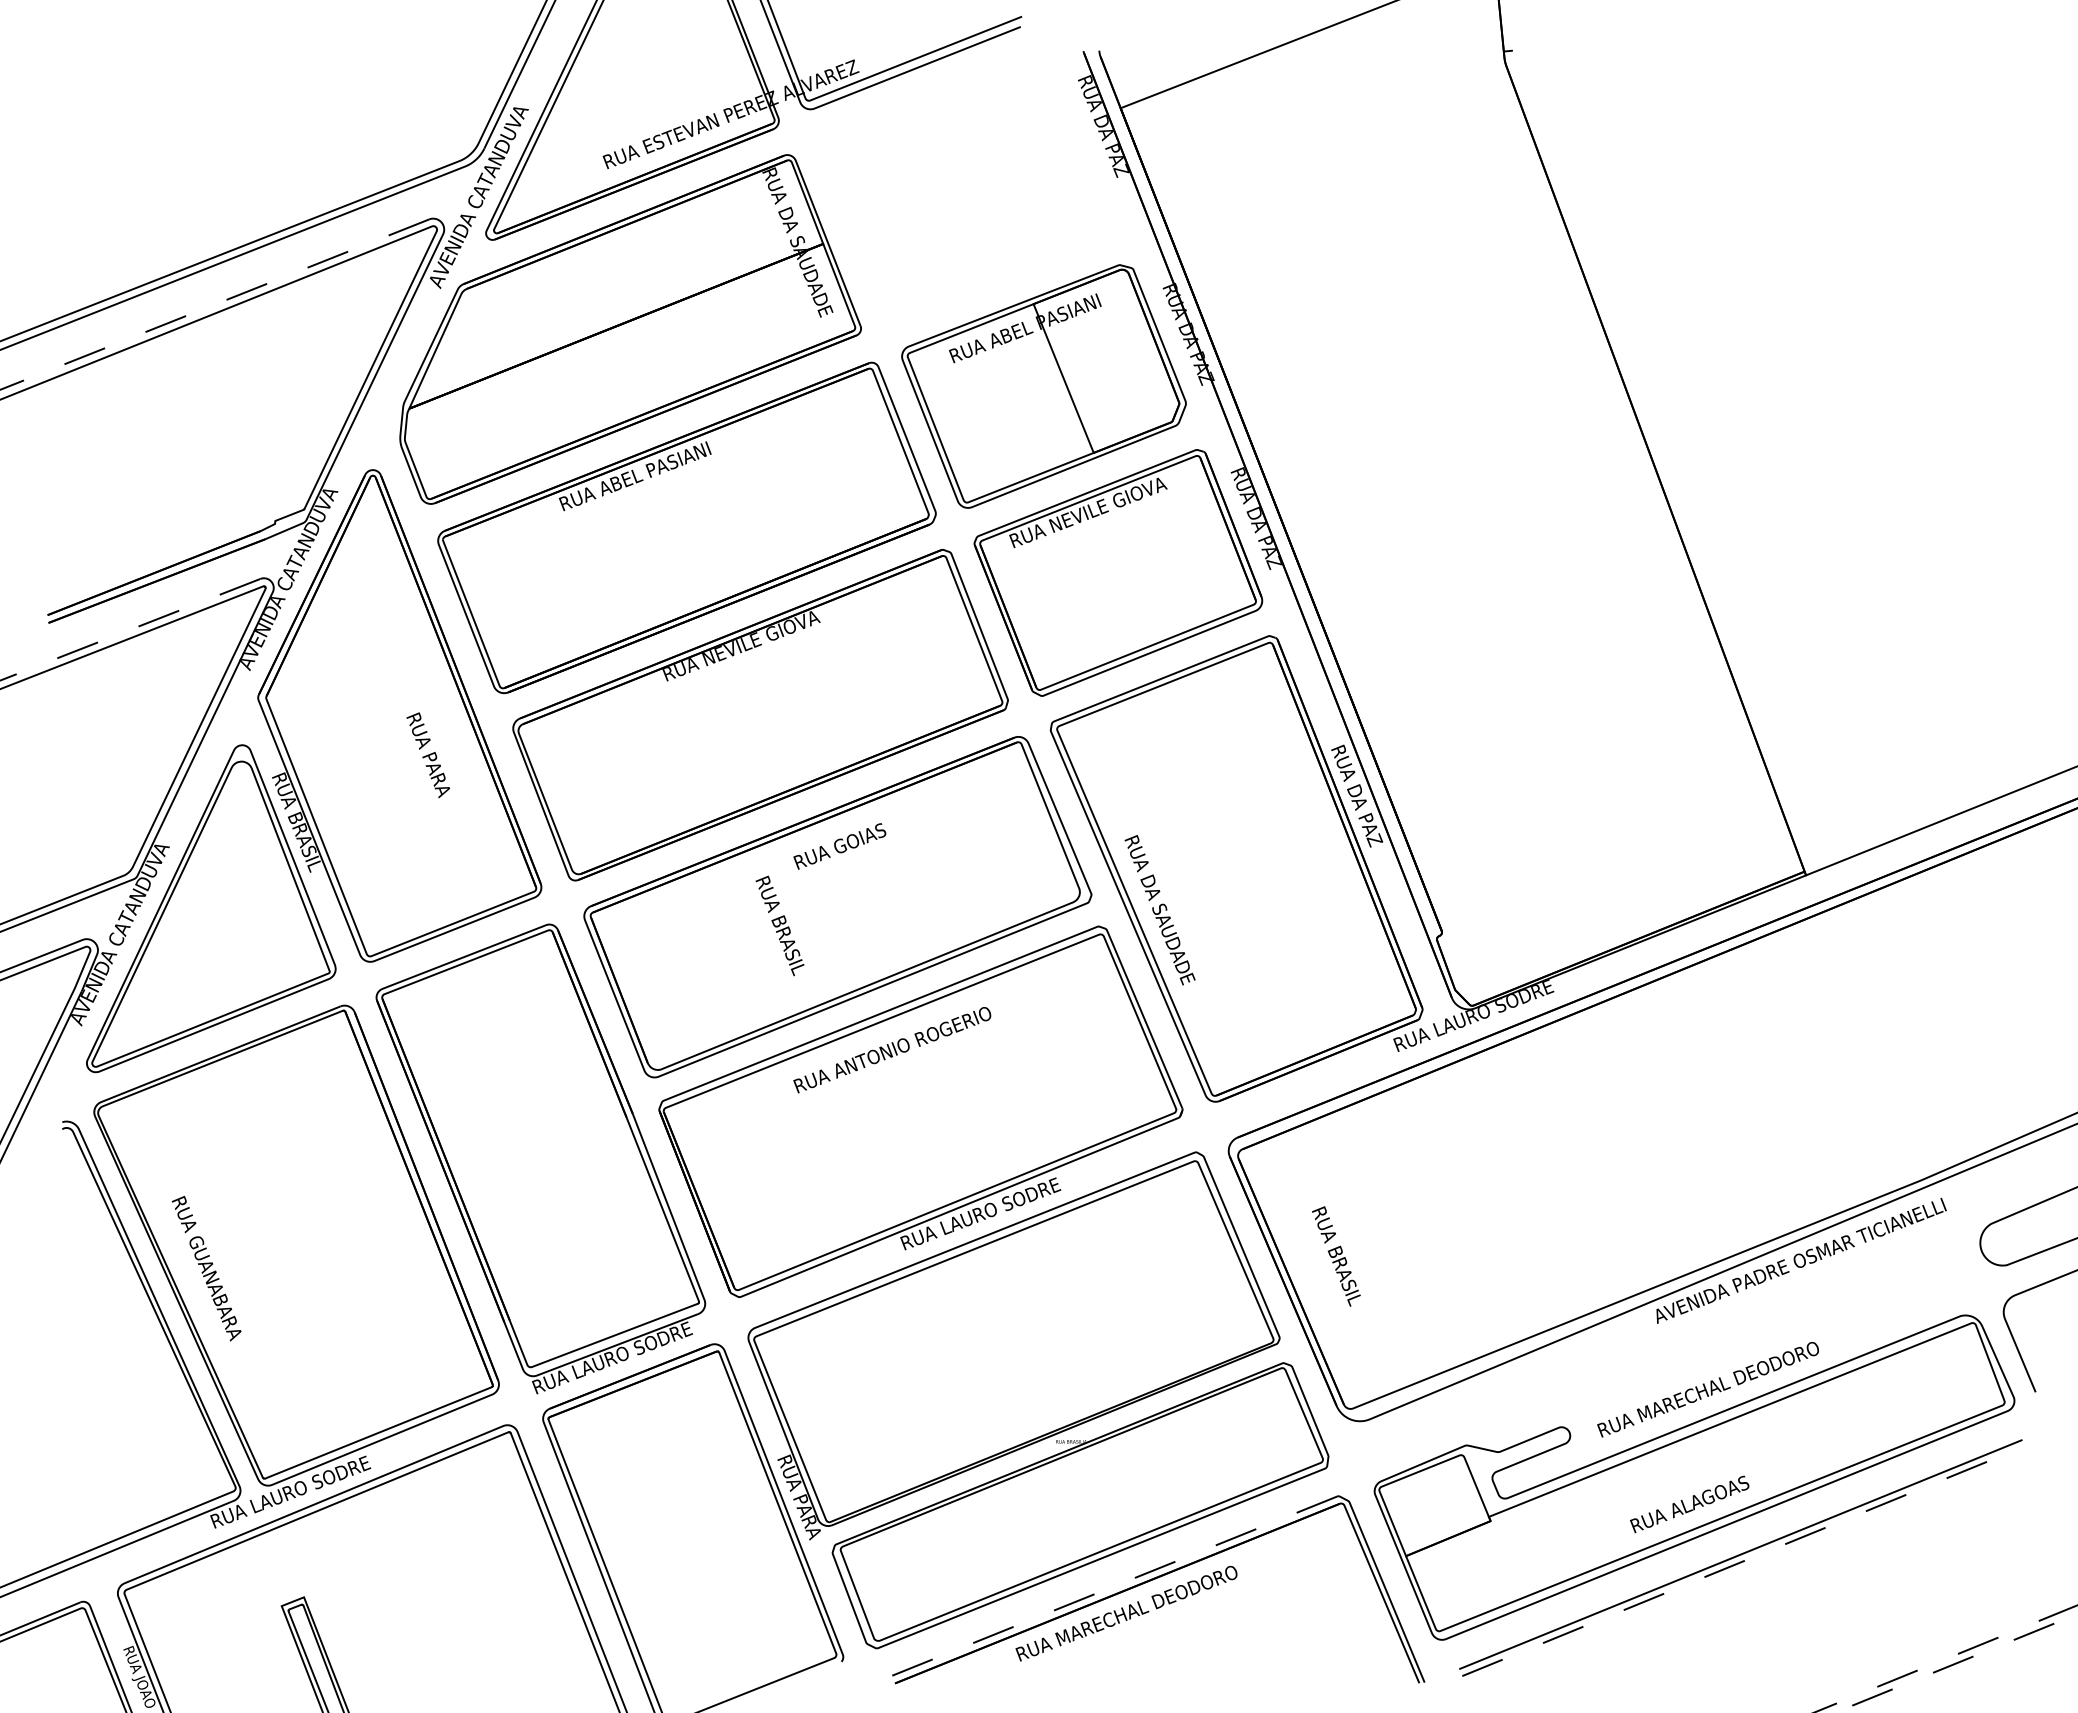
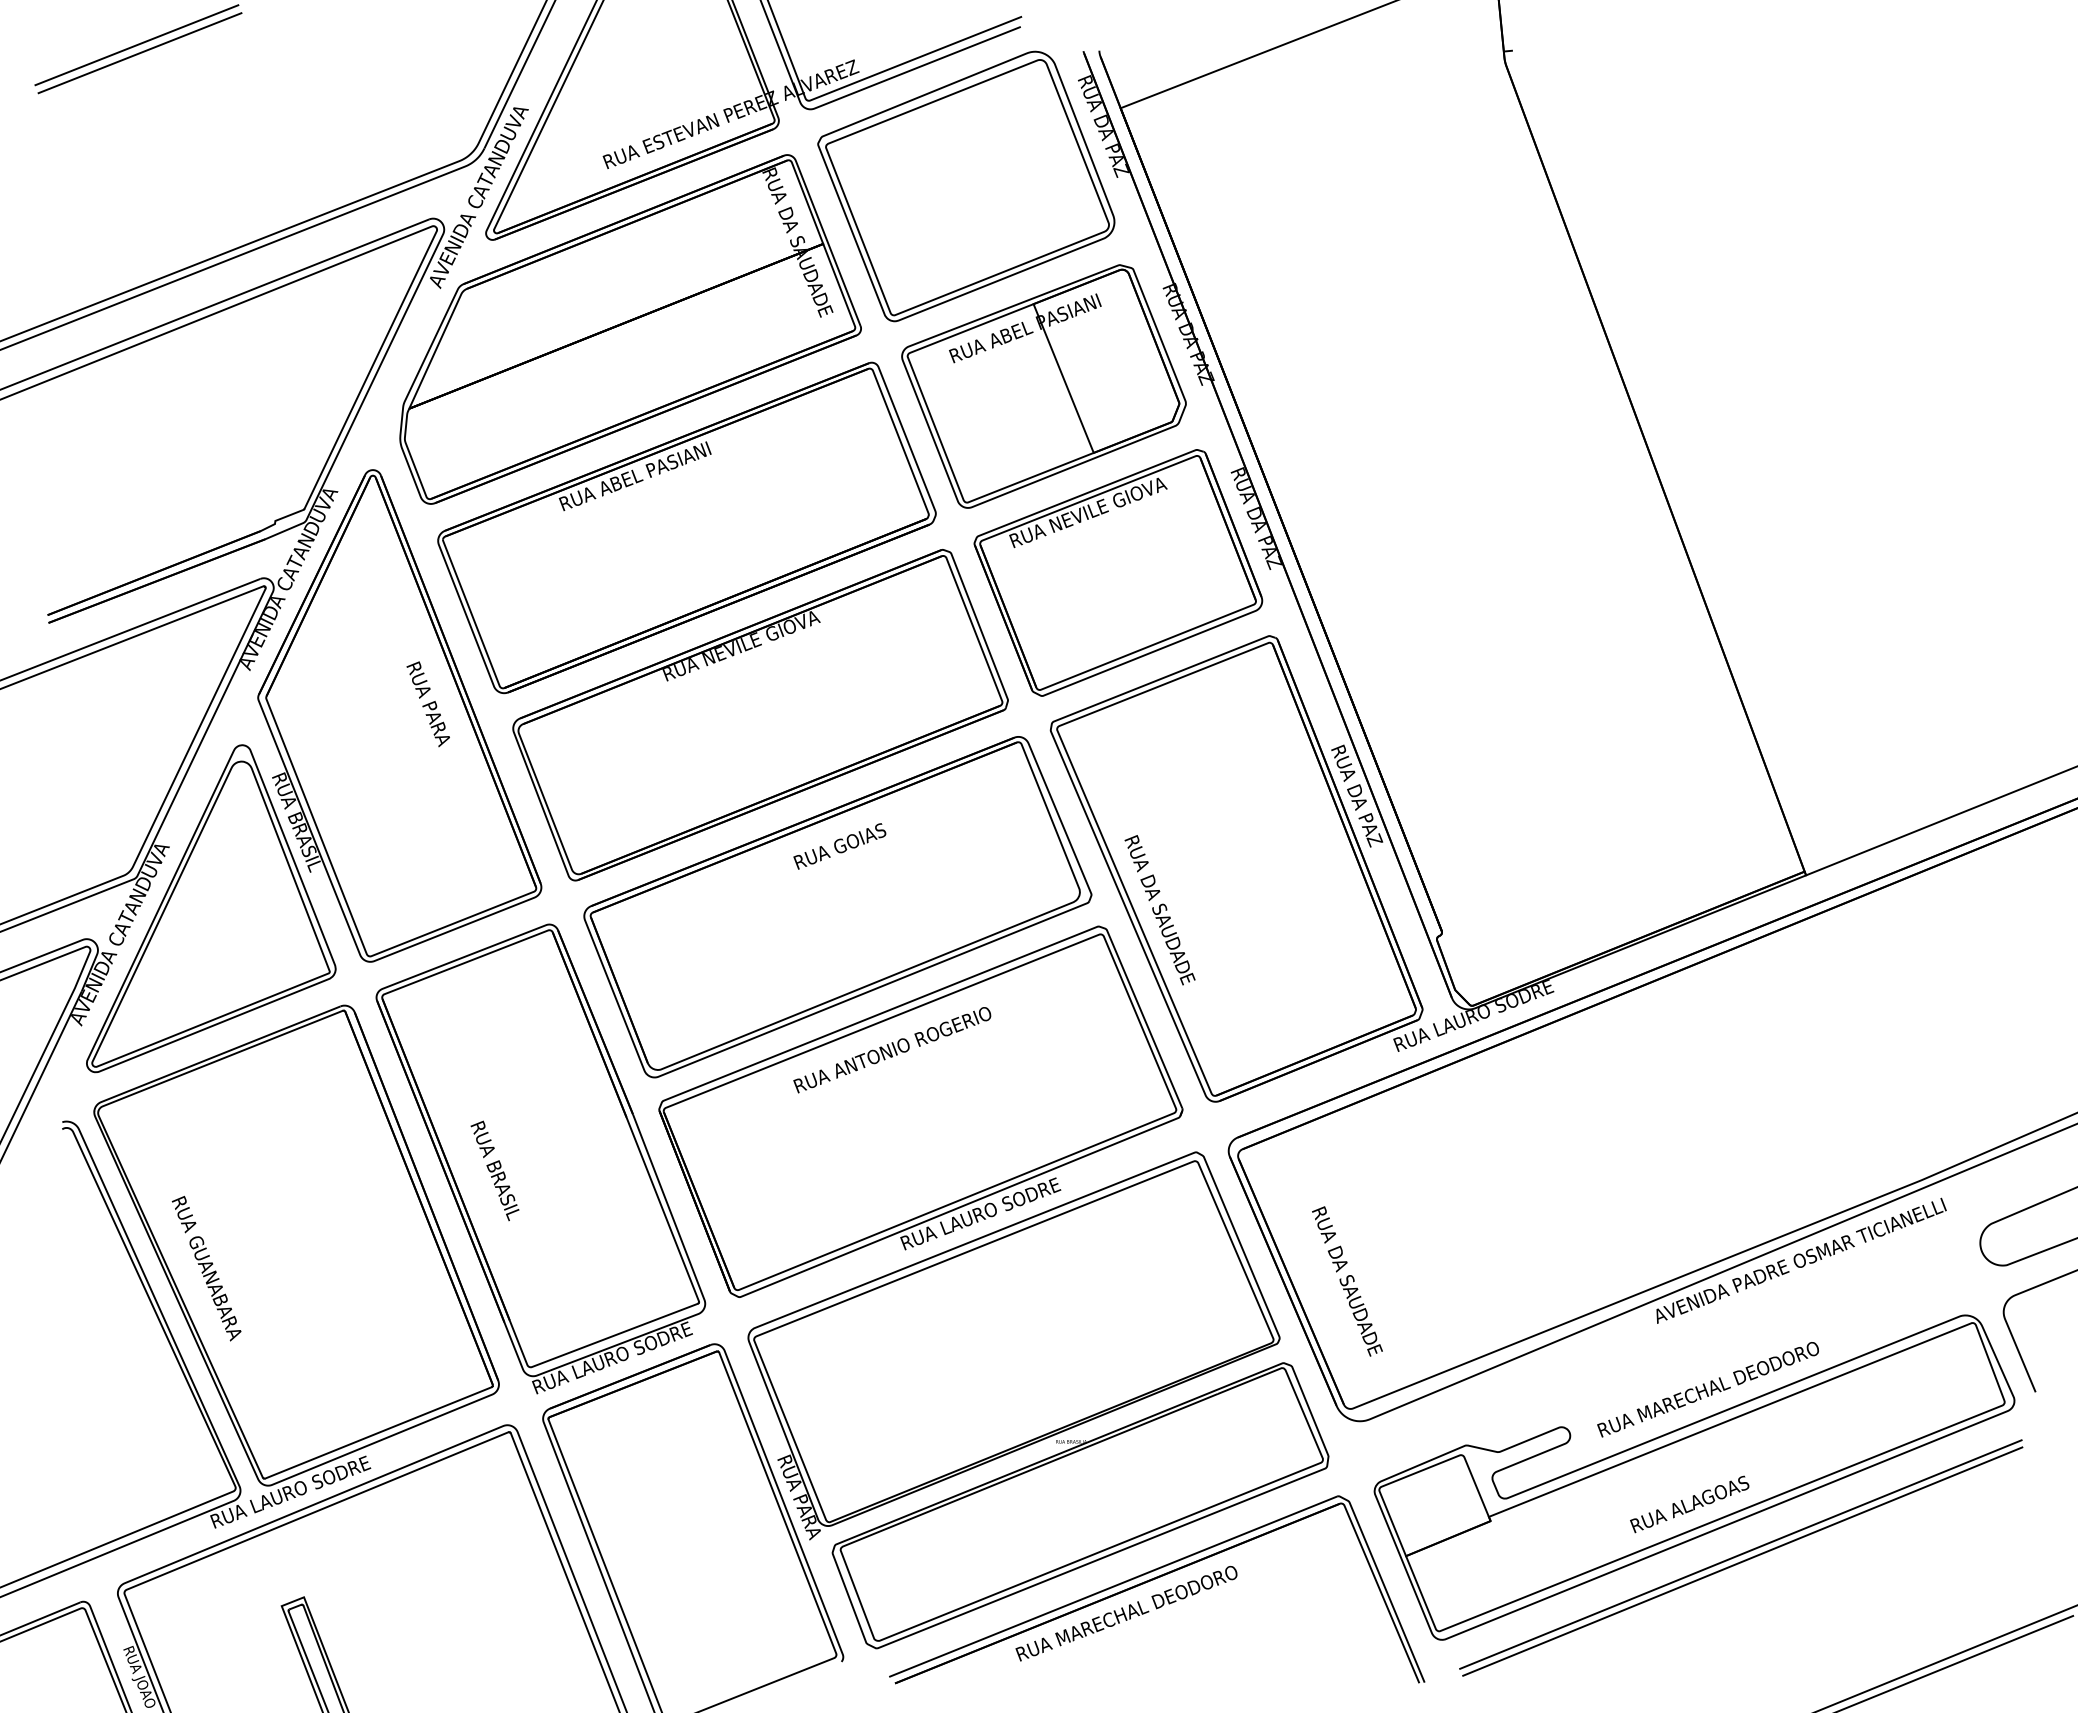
part at (138, 49): none -> present
part at (966, 186): none -> present
line at (214, 304): dashed -> solid
line at (129, 629): dashed -> solid
text at (427, 755) position: (427, 755) -> (427, 704)
text at (779, 925) position: (779, 925) -> (494, 1170)
text at (1356, 1302): RUA BRASIL -> RUA DA SAUDADE
line at (1742, 1561): dashed -> solid
line at (1112, 1586): dashed -> solid
line at (1944, 1659): dashed -> solid
line at (1954, 1664): dashed -> solid
